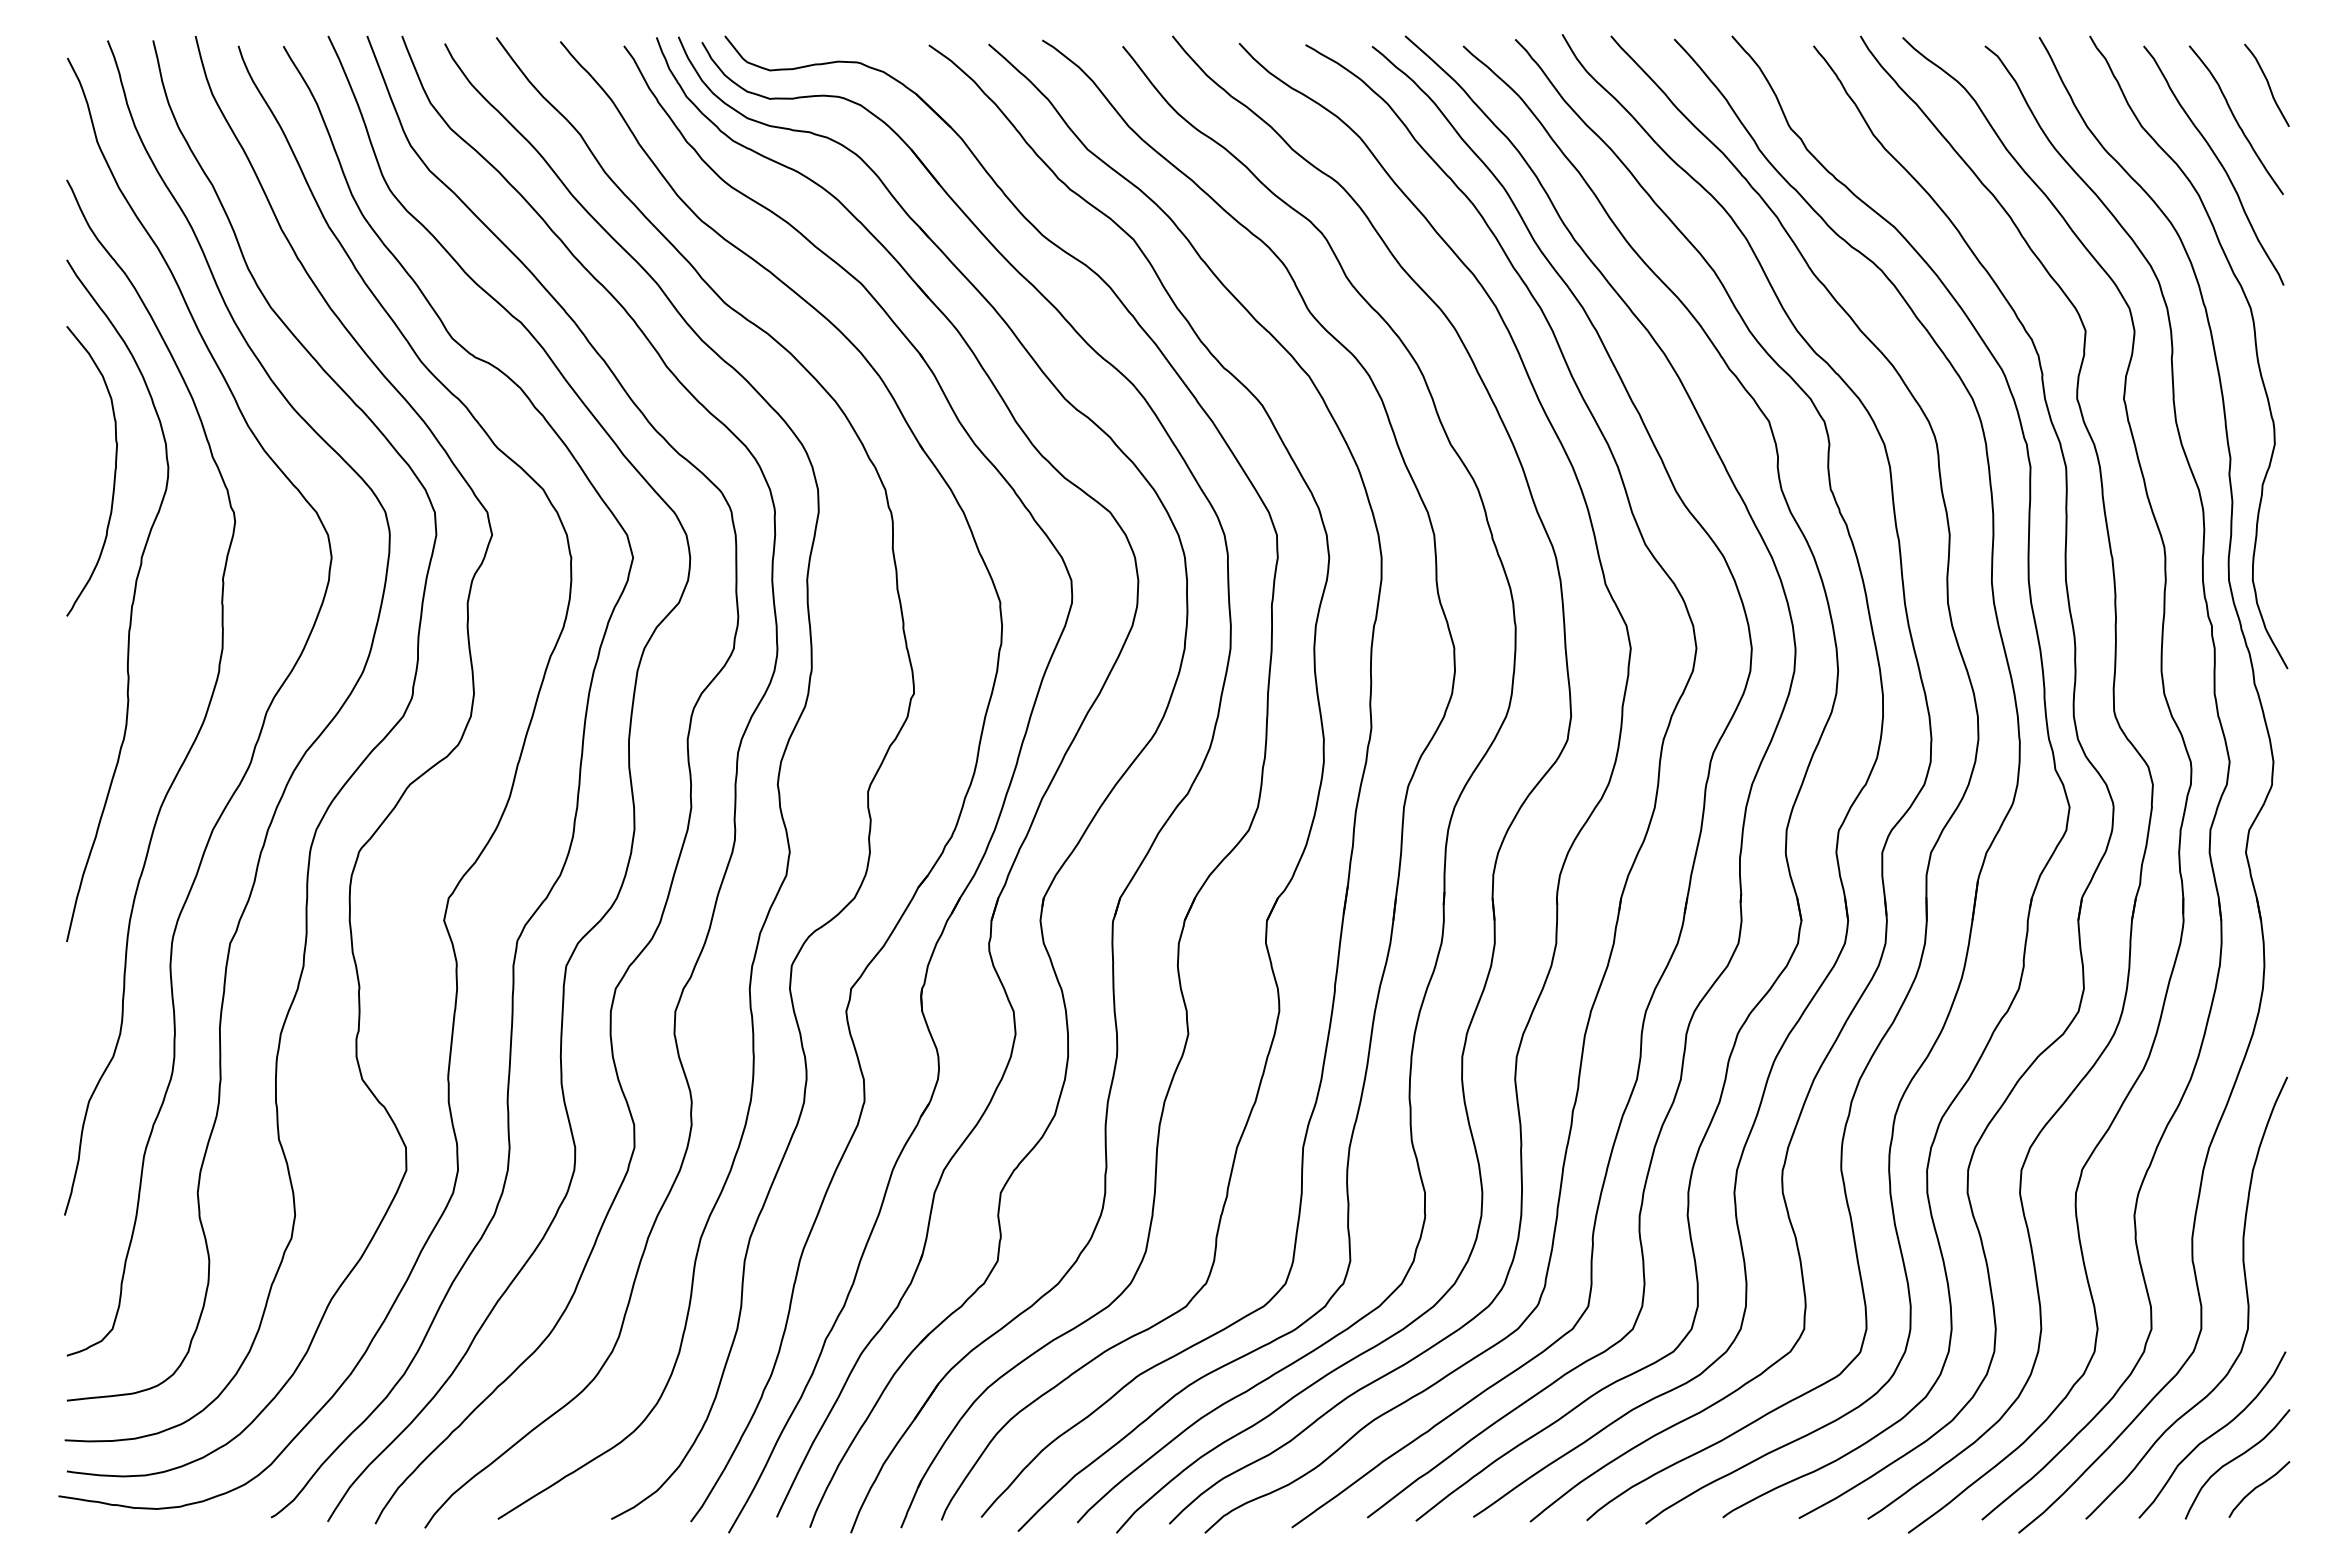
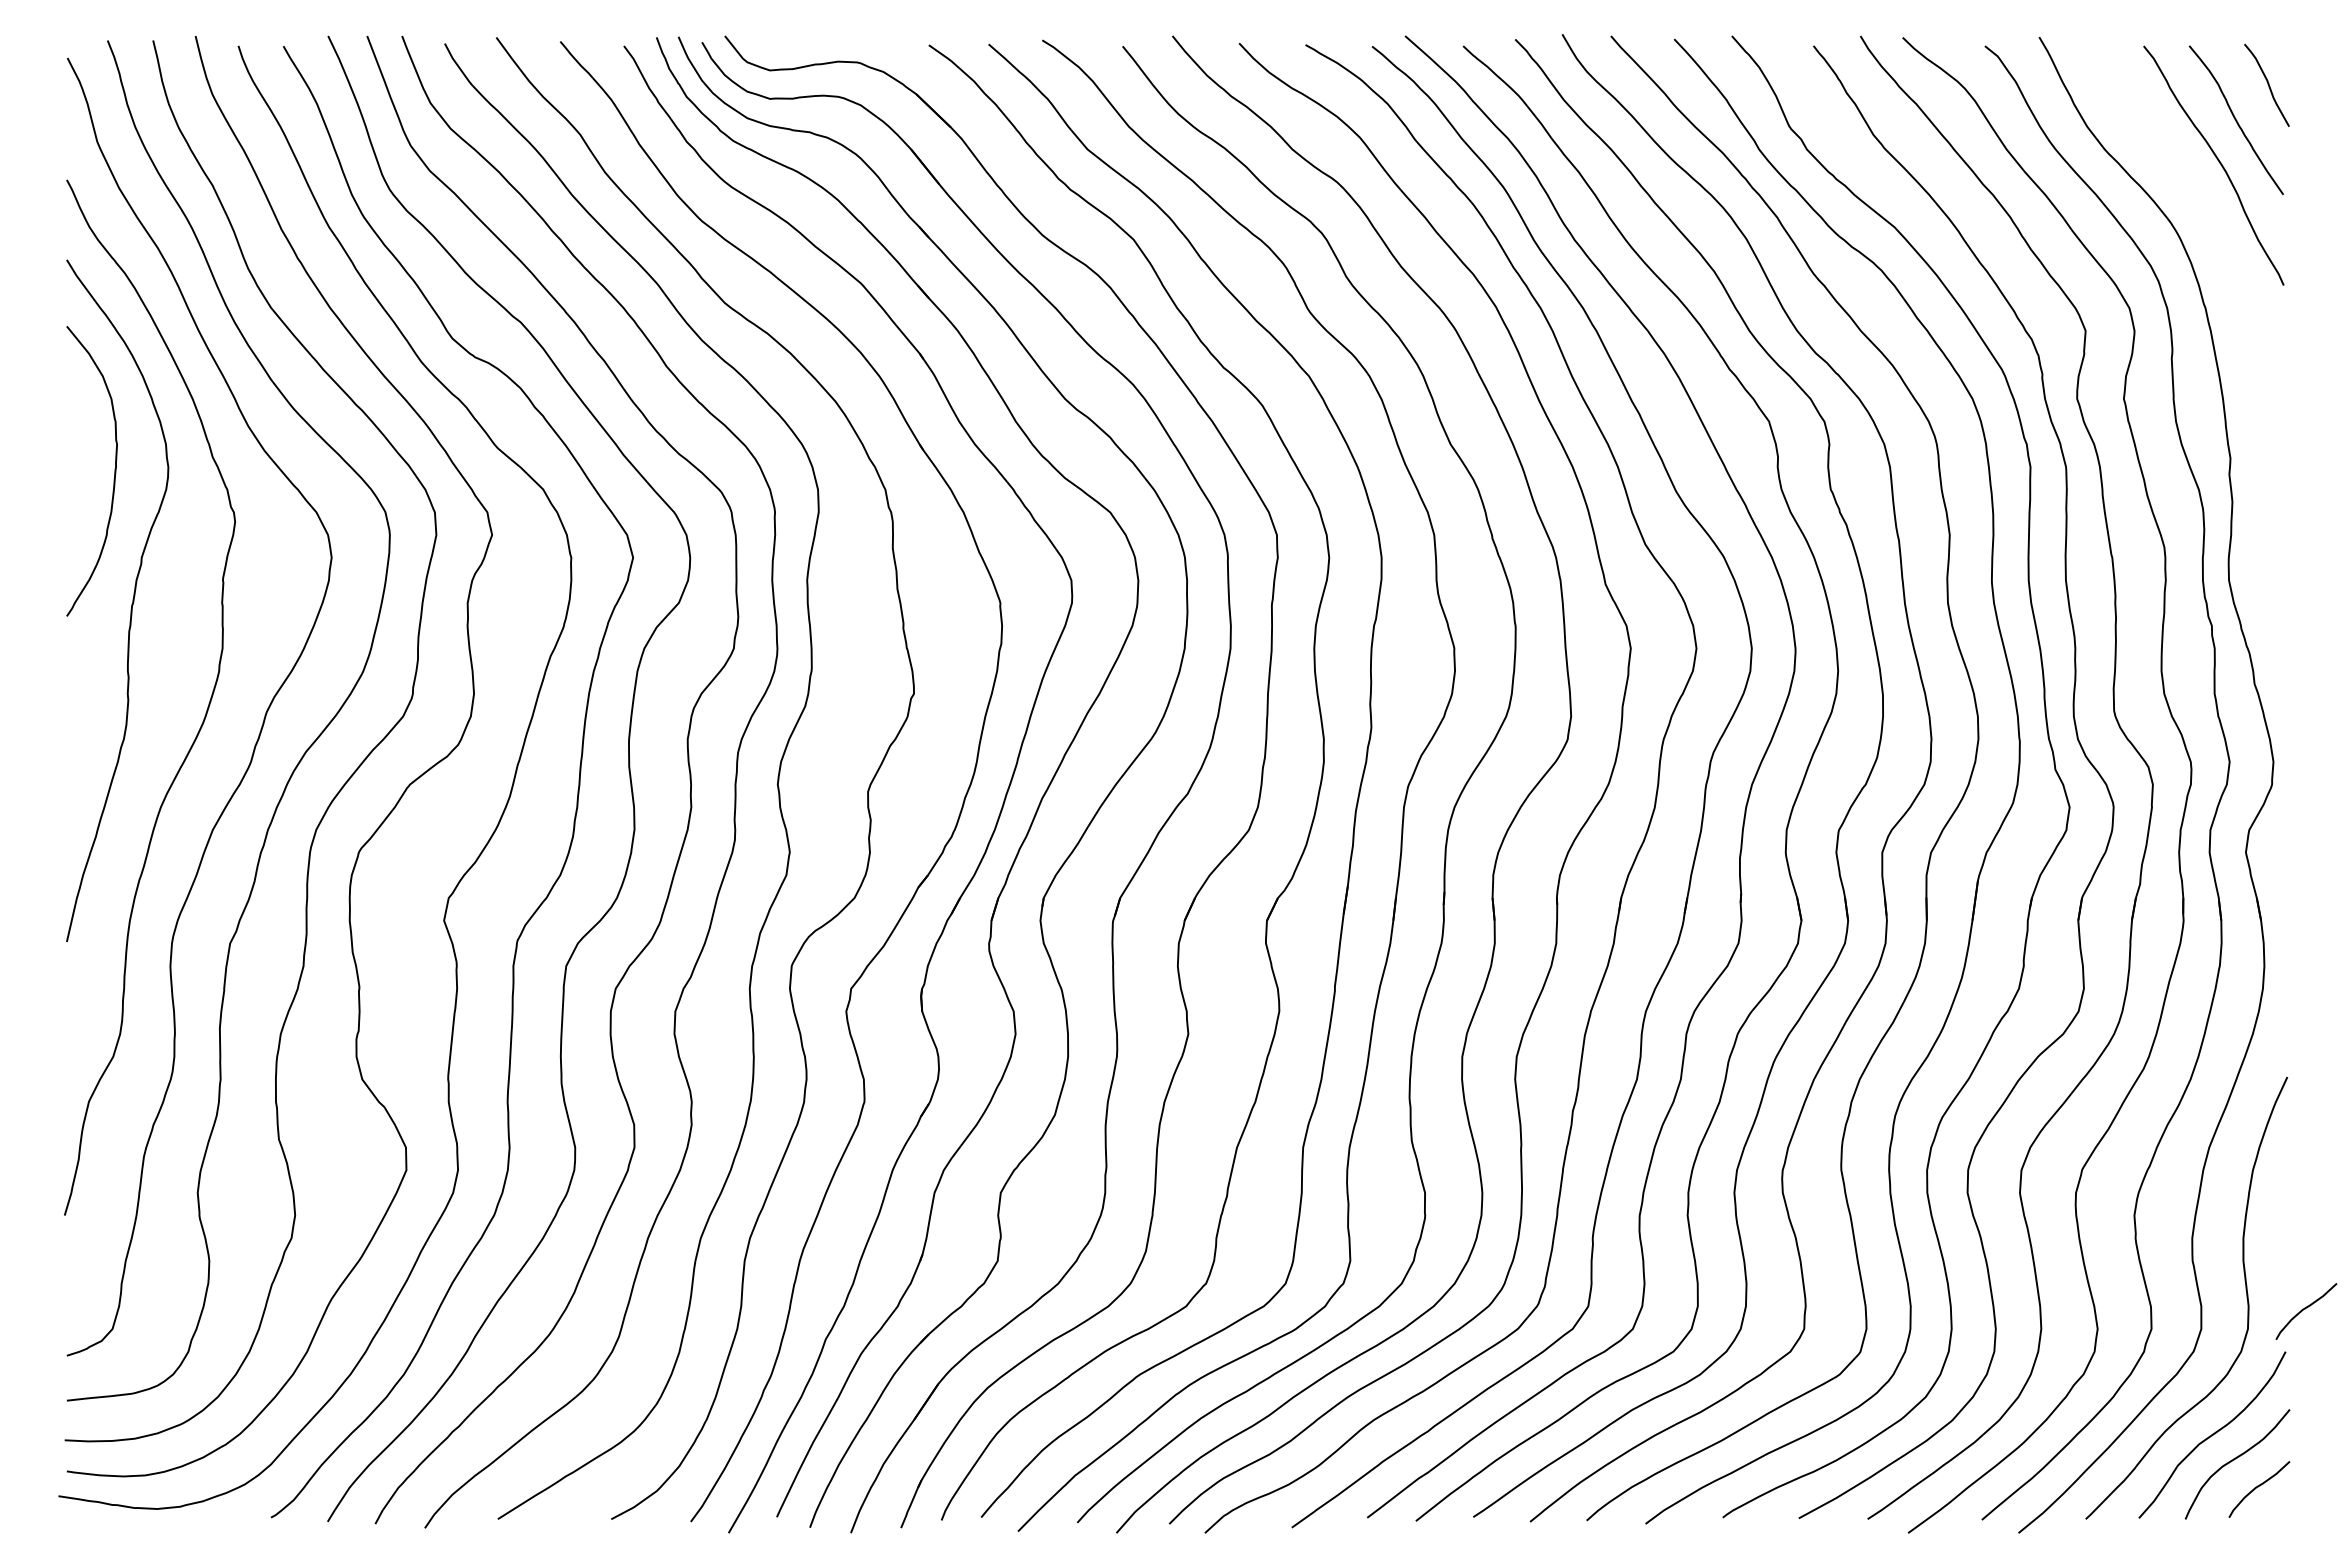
curve at (2254, 342): present -> none
curve at (2305, 1309): none -> present
